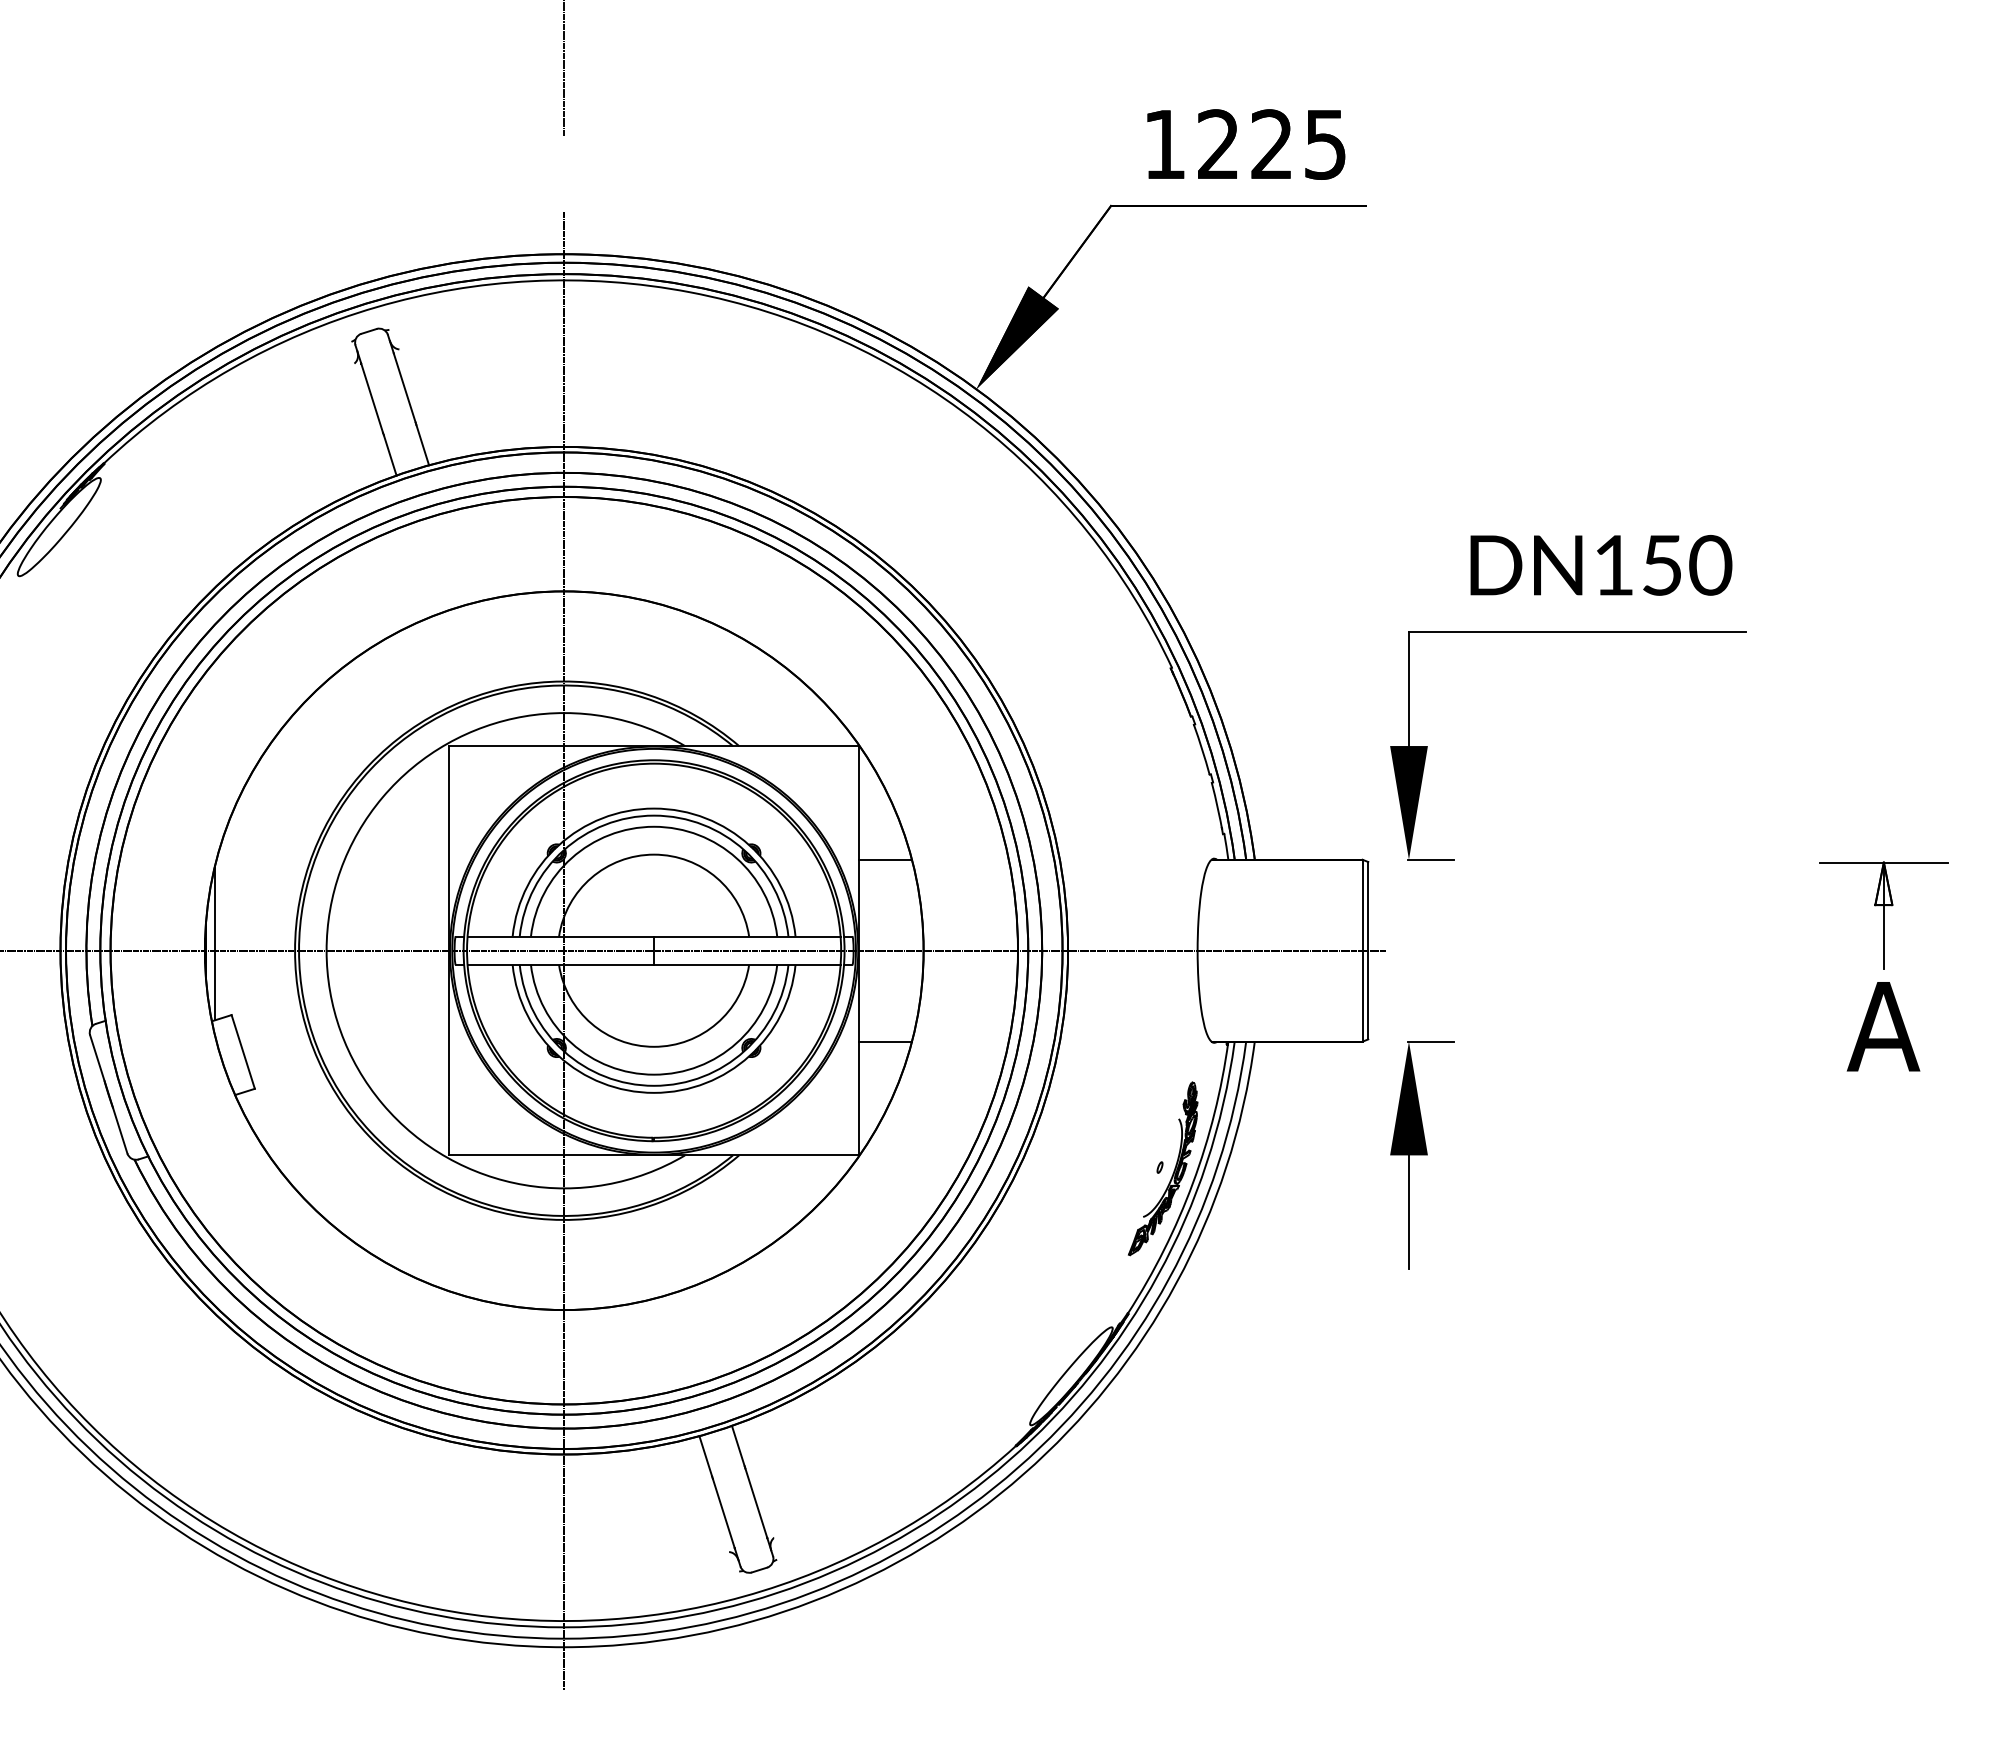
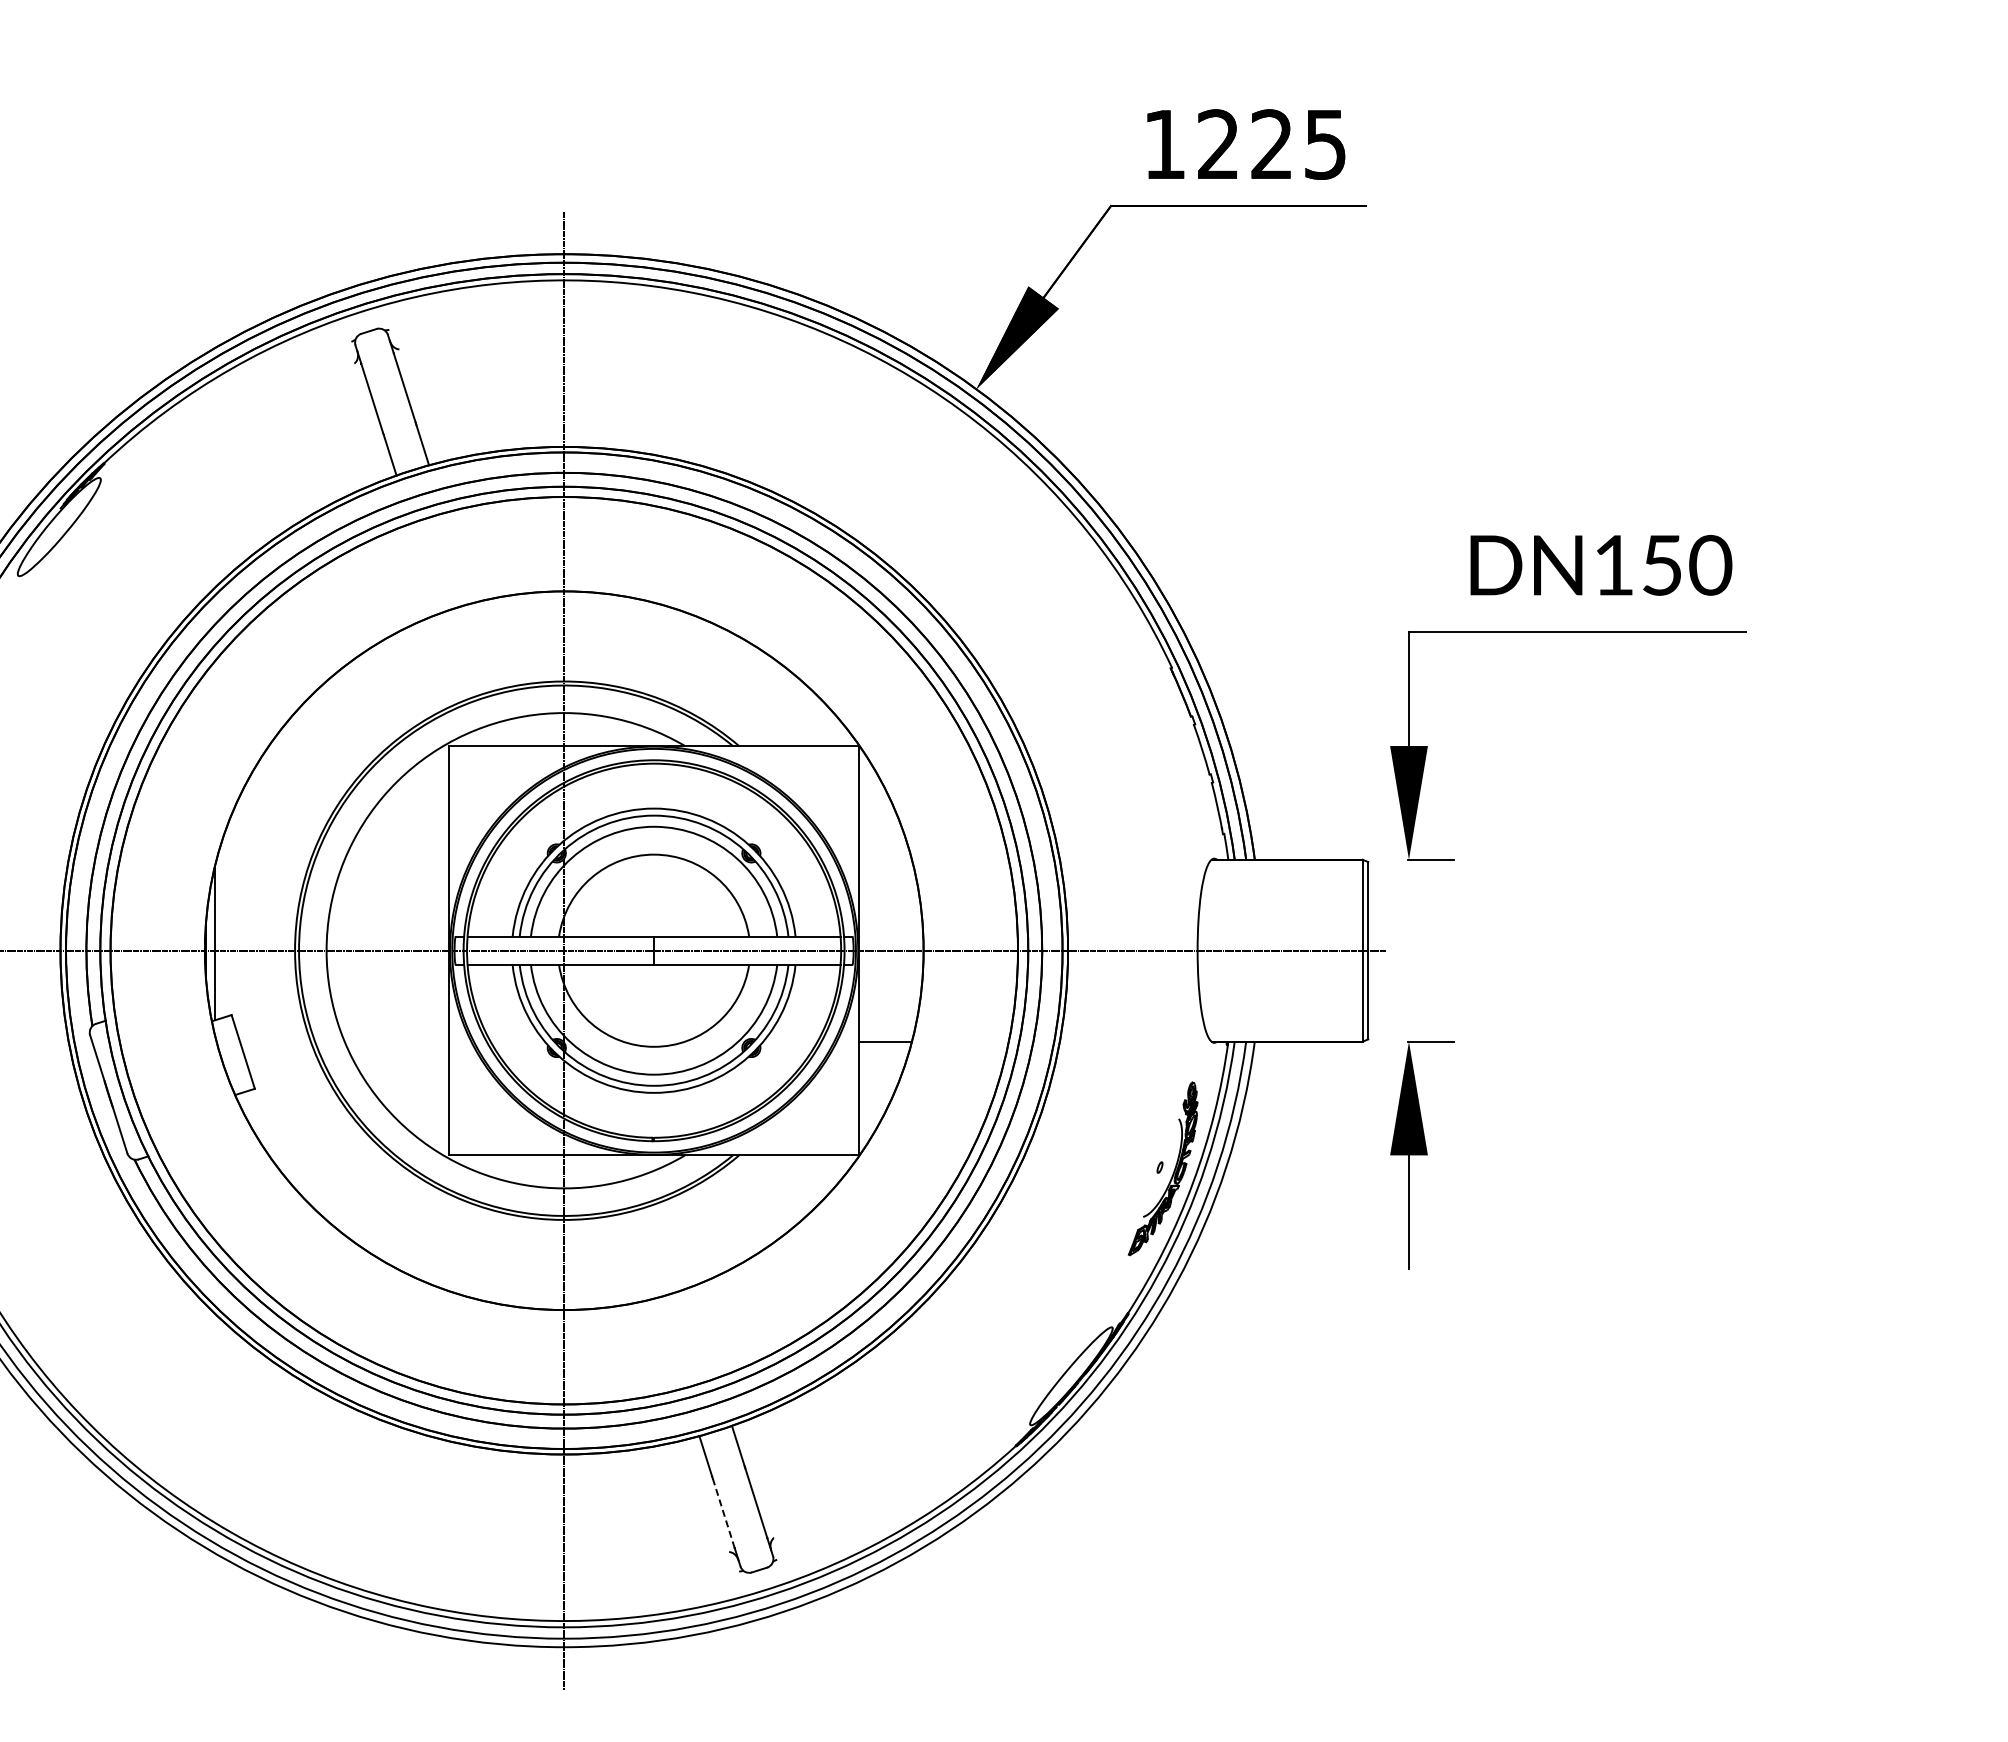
line at (564, 69): present -> none
line at (884, 859): present -> none
part at (1883, 966): present -> none
line at (723, 1513): solid -> dashed
